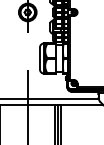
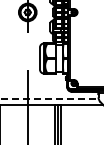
line at (49, 98): solid -> dashed
